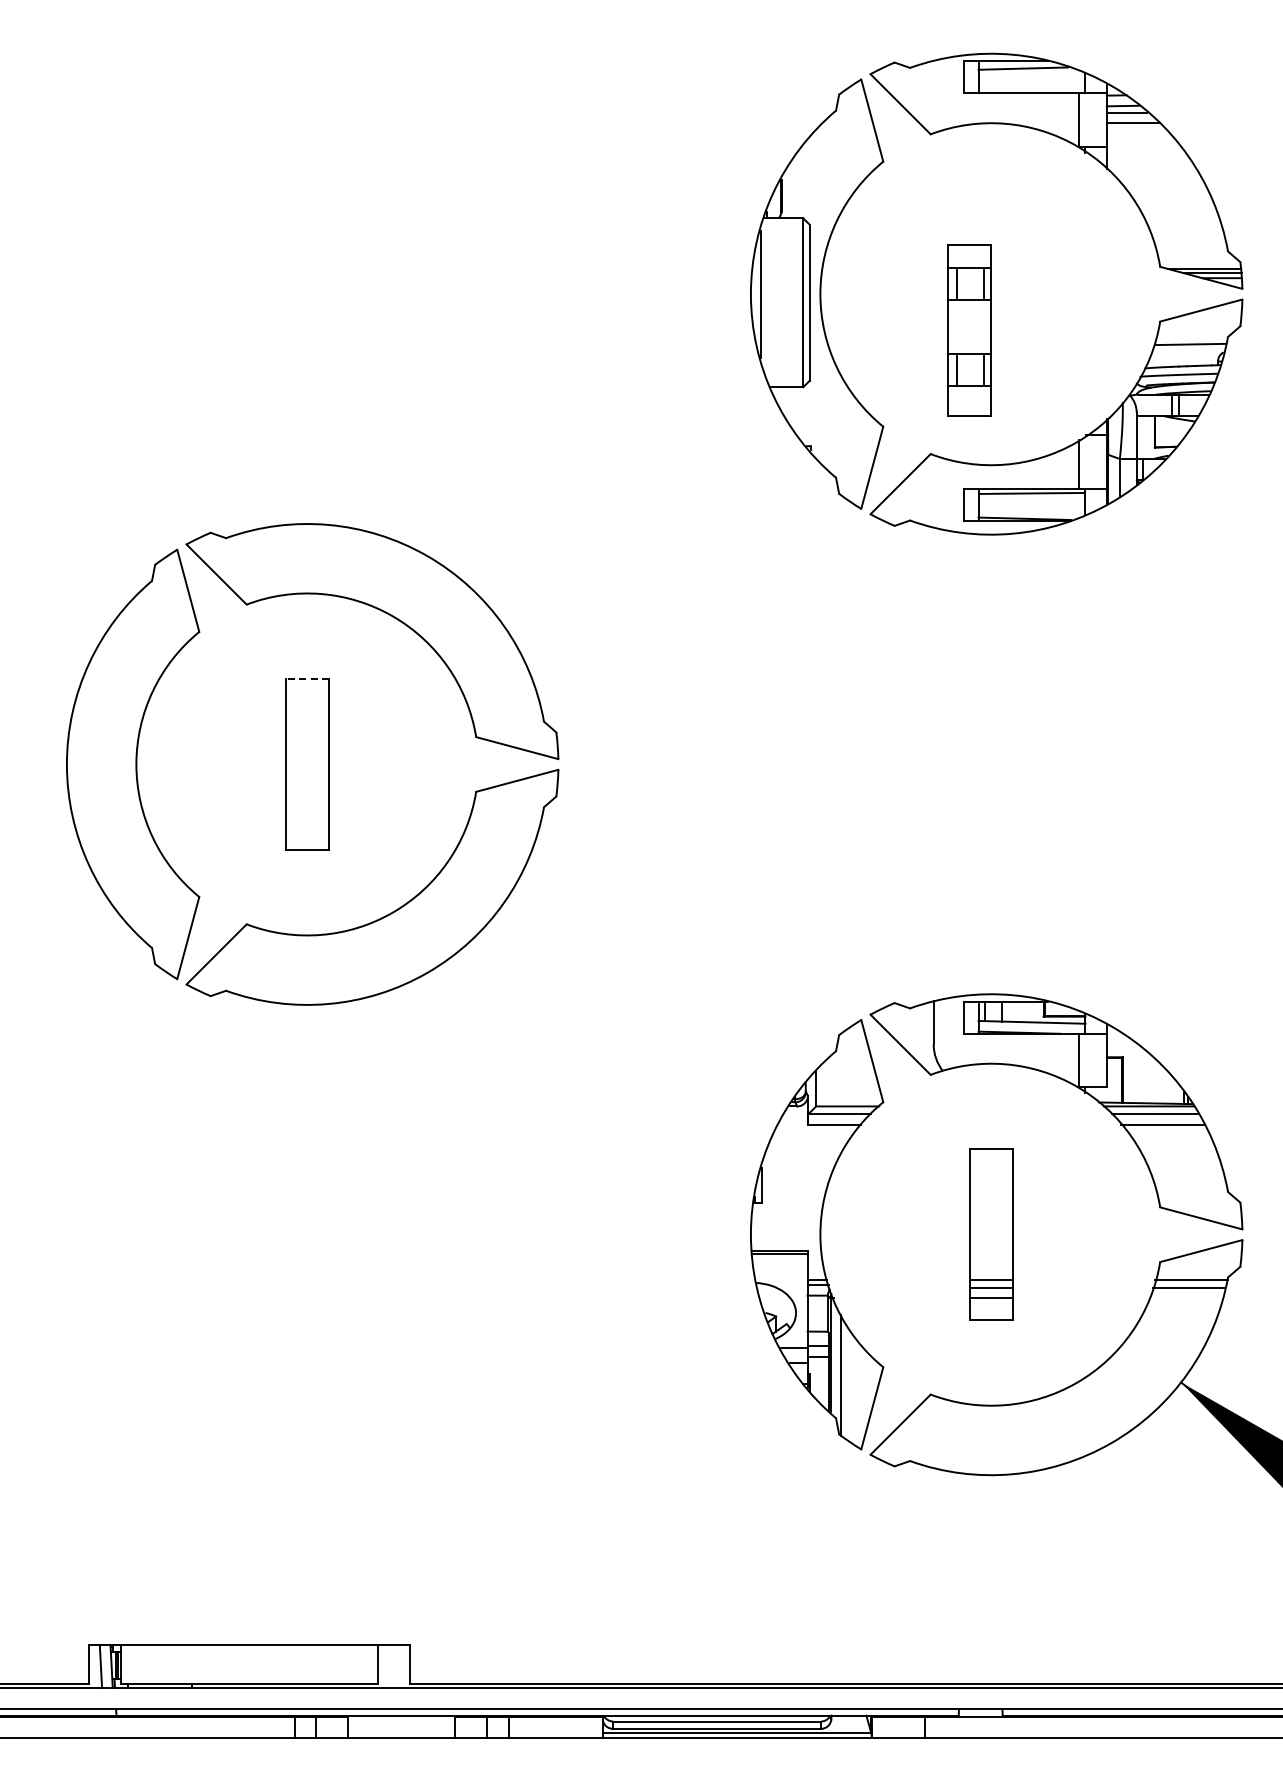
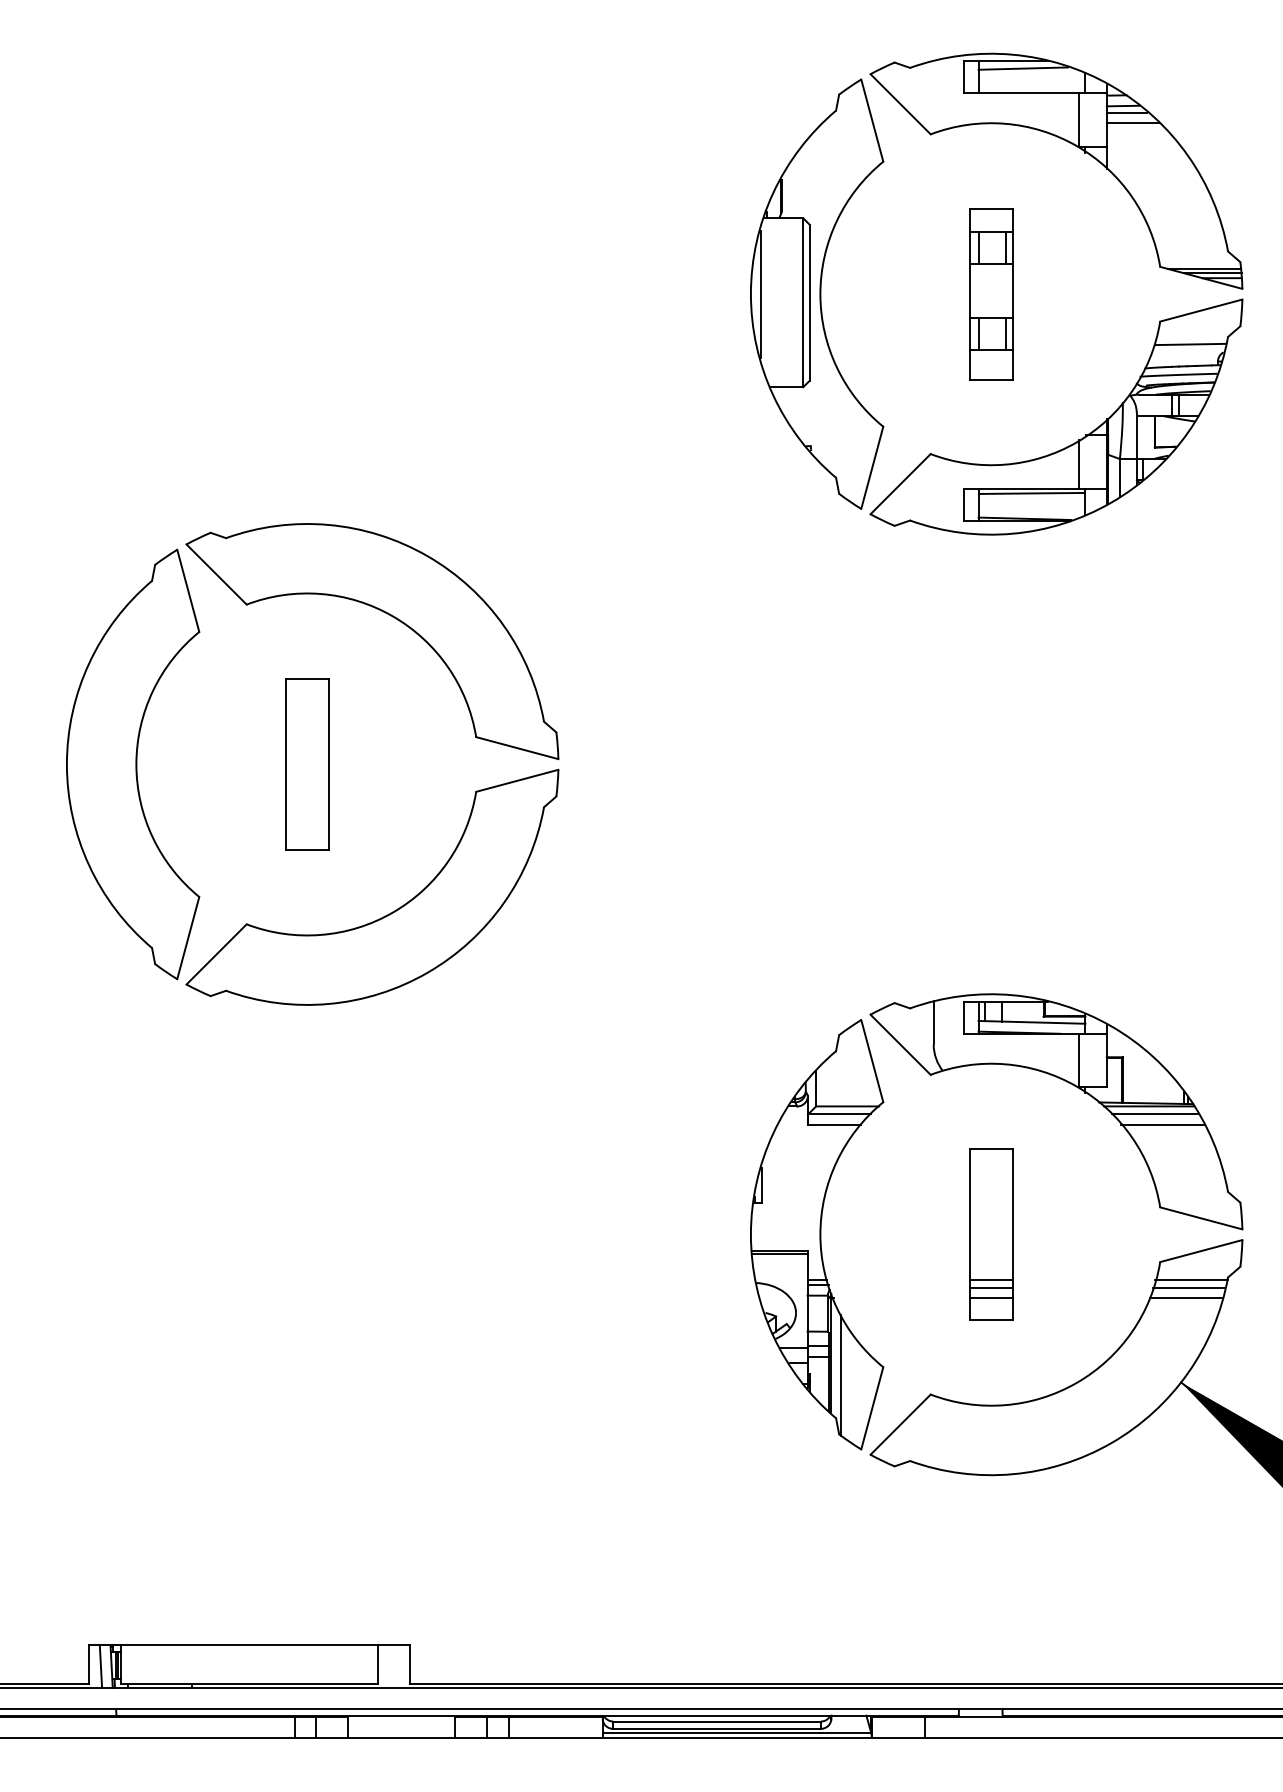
part at (969, 330) position: (969, 330) -> (991, 294)
line at (306, 678): dashed -> solid
line at (1185, 1298): none -> present
